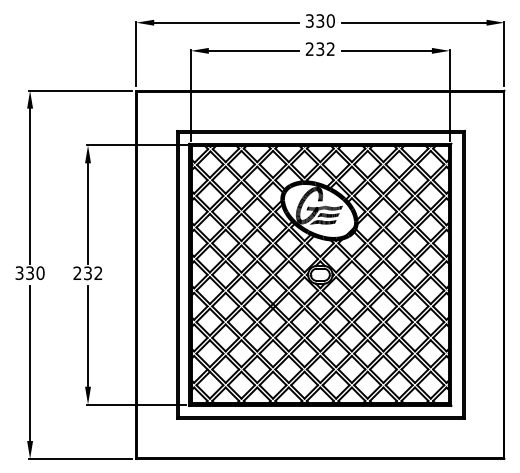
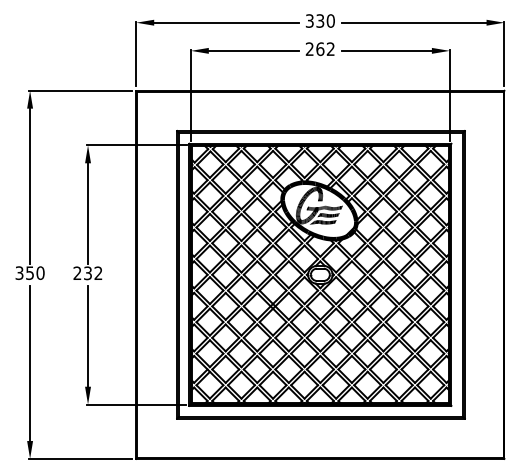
text at (320, 49): 232 -> 262
text at (29, 272): 330 -> 350
